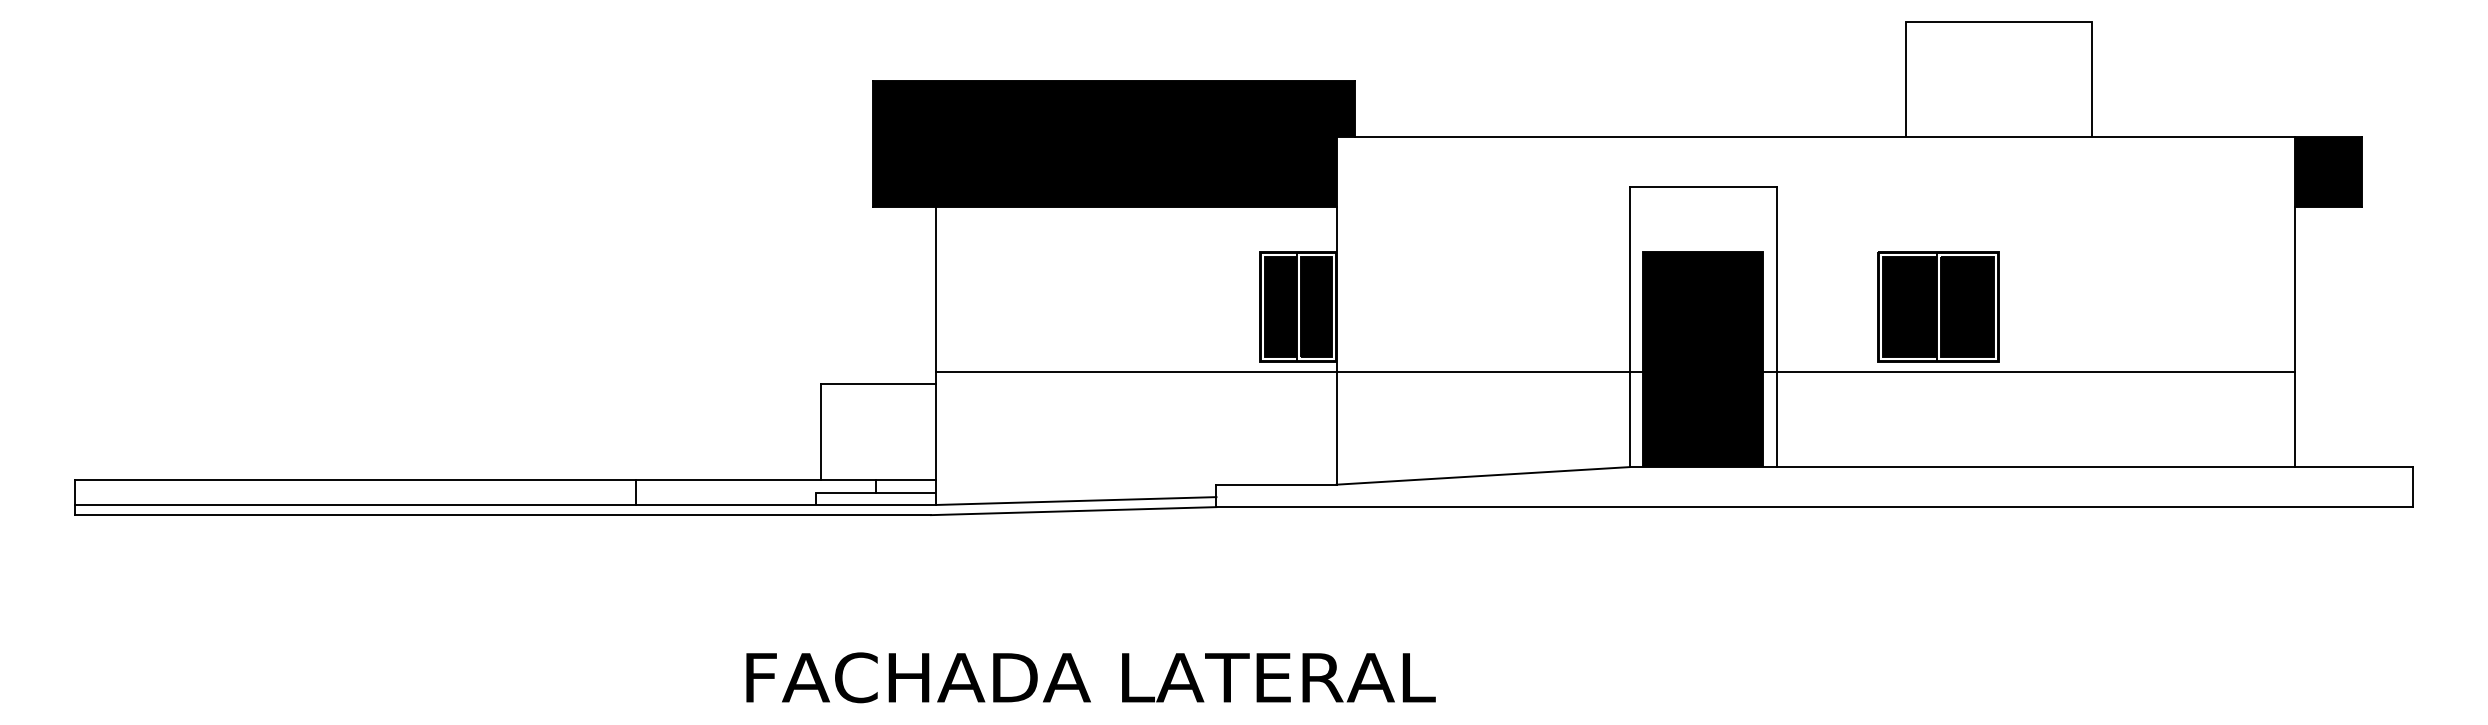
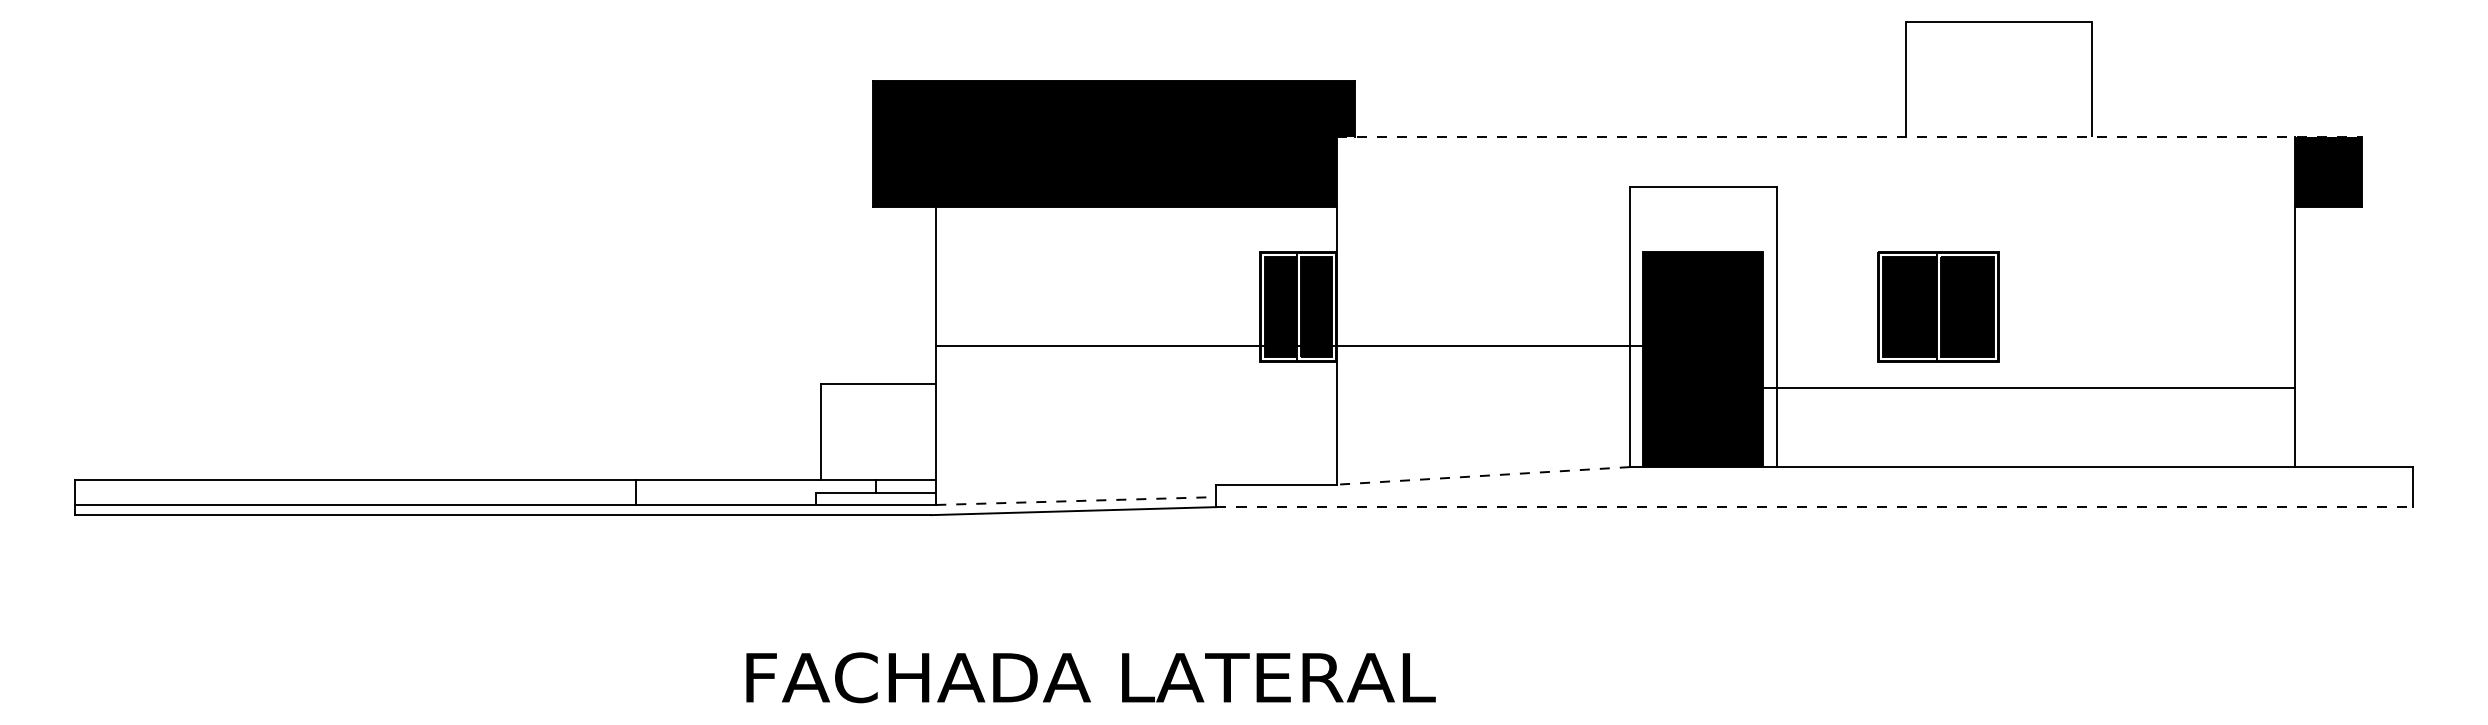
line at (1849, 136): solid -> dashed
line at (1289, 372) position: (1289, 372) -> (1289, 346)
line at (2029, 372) position: (2029, 372) -> (2029, 388)
line at (1483, 475): solid -> dashed
line at (1076, 501): solid -> dashed
line at (1815, 507): solid -> dashed
